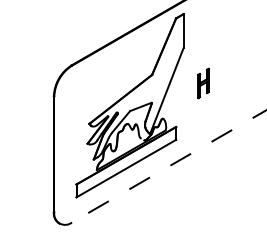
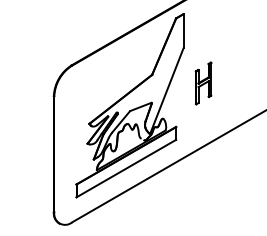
part at (203, 83) size: 13x33 px -> 19x45 px
line at (168, 166): dashed -> solid
